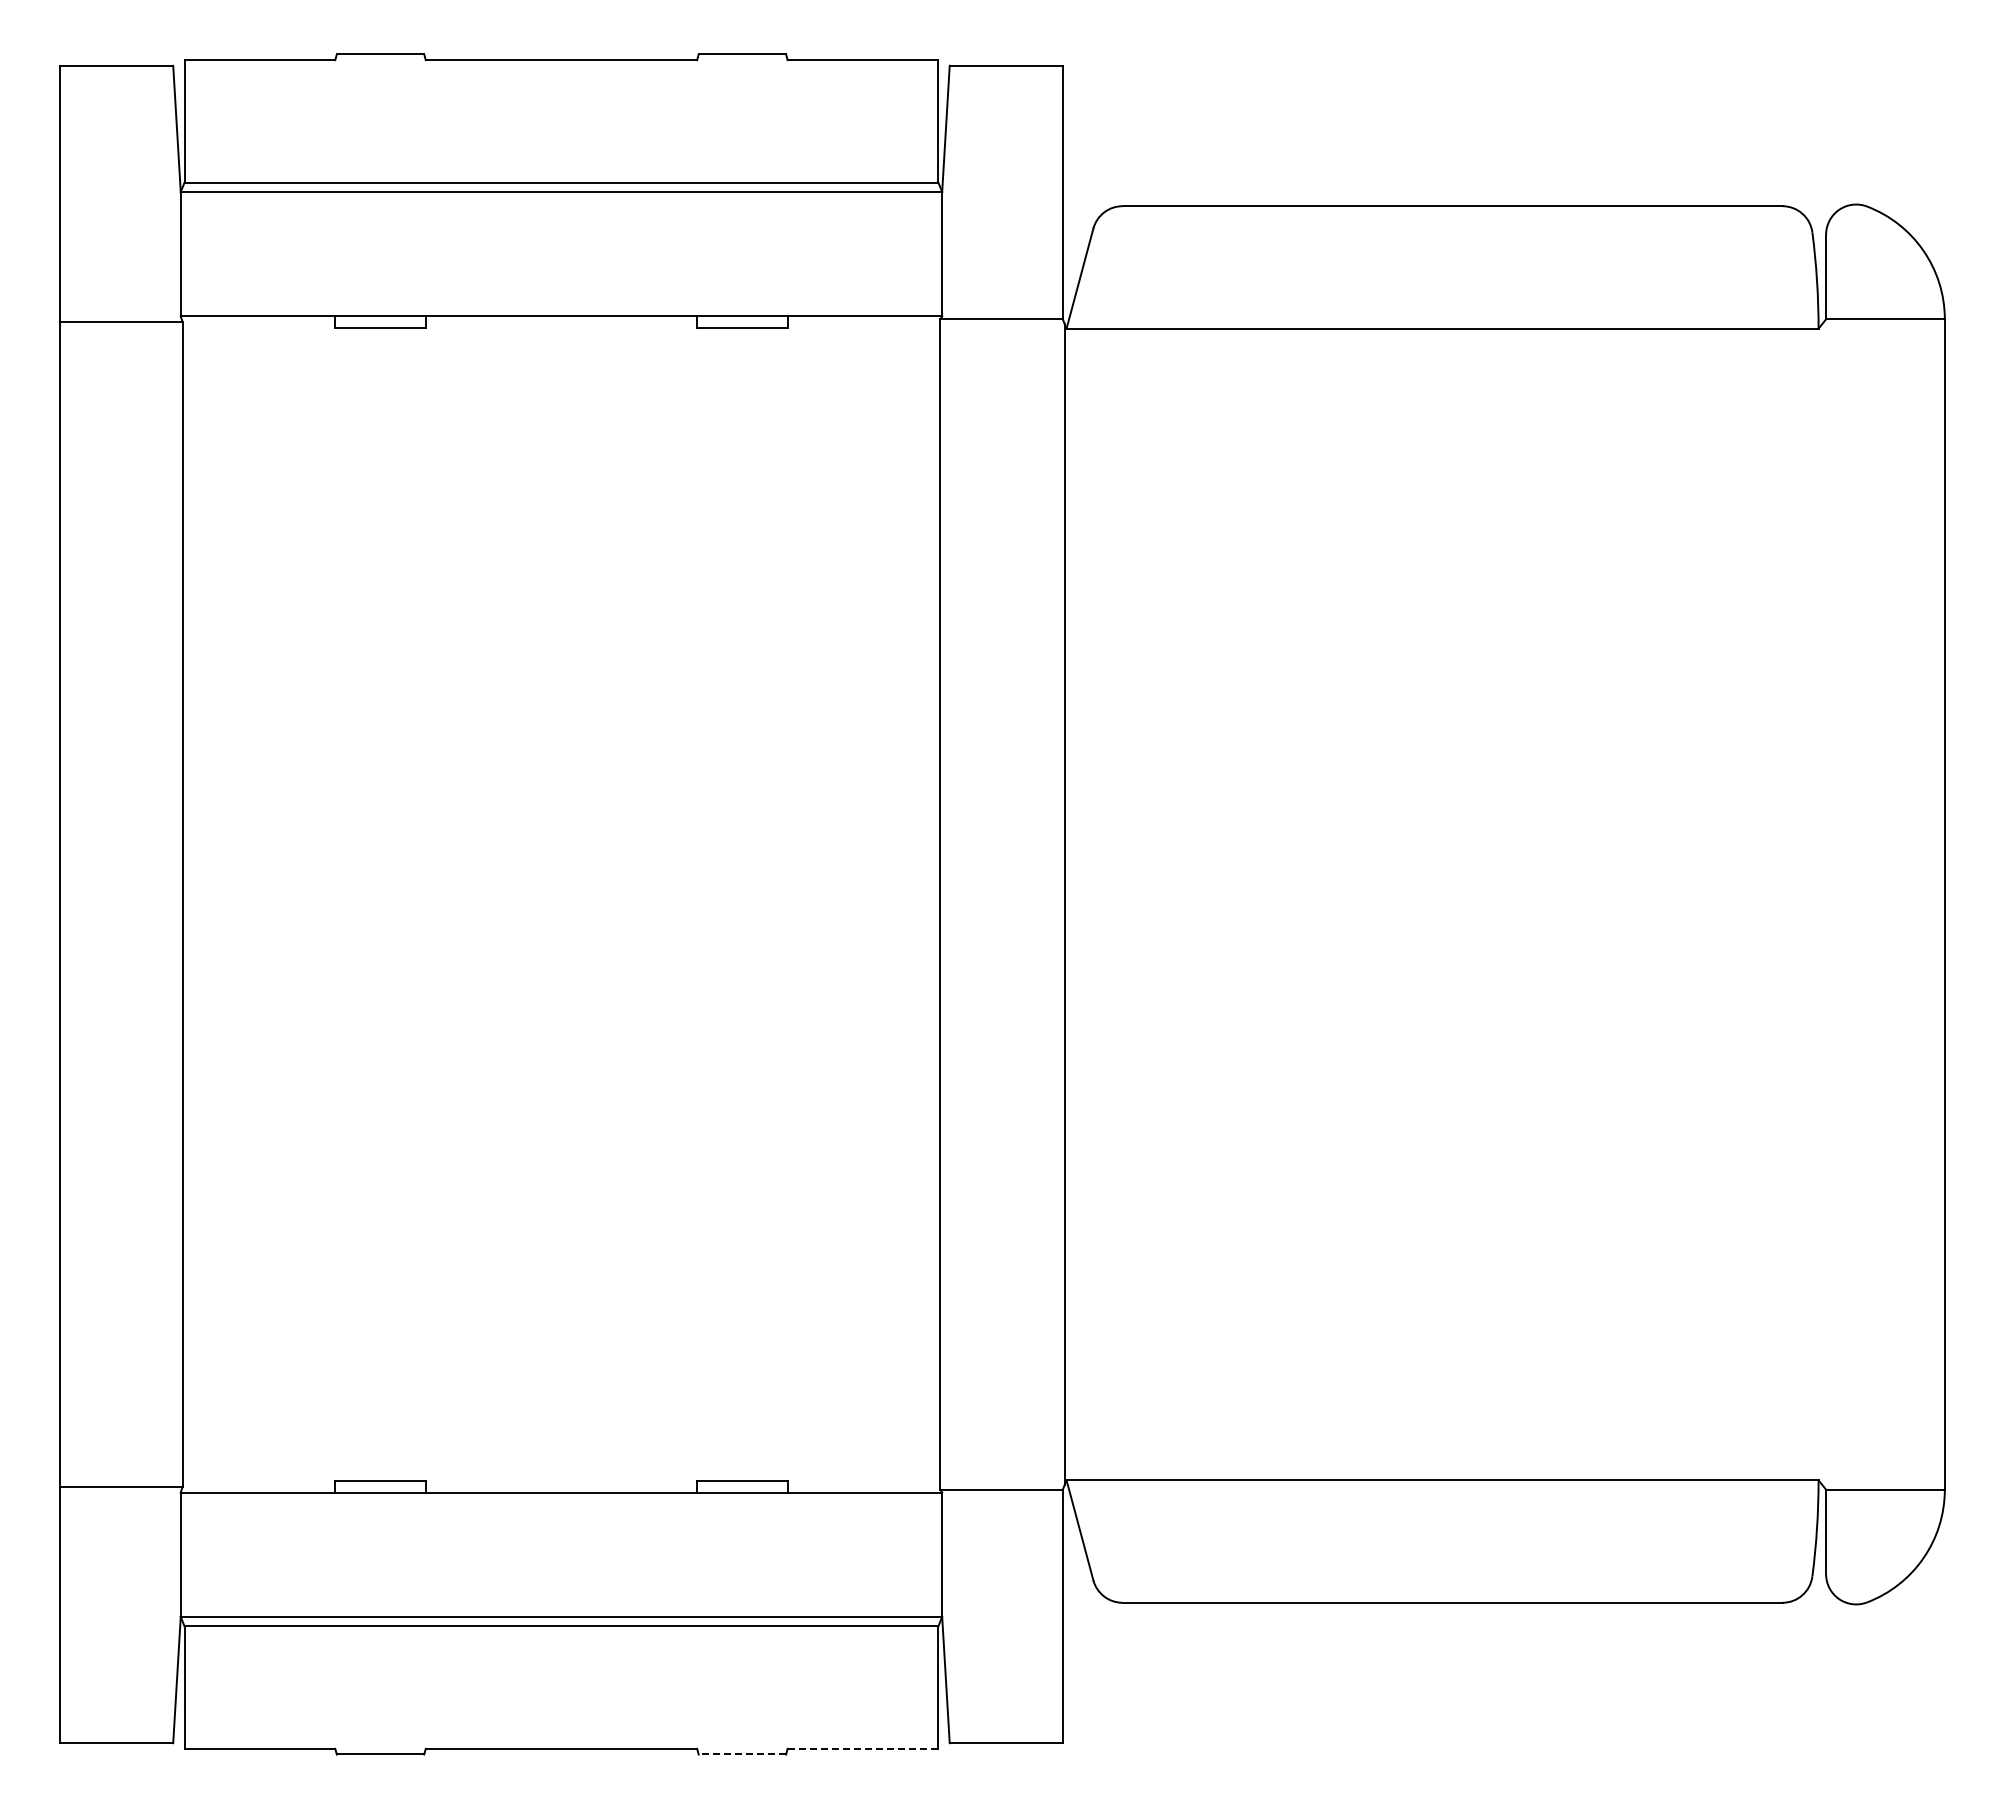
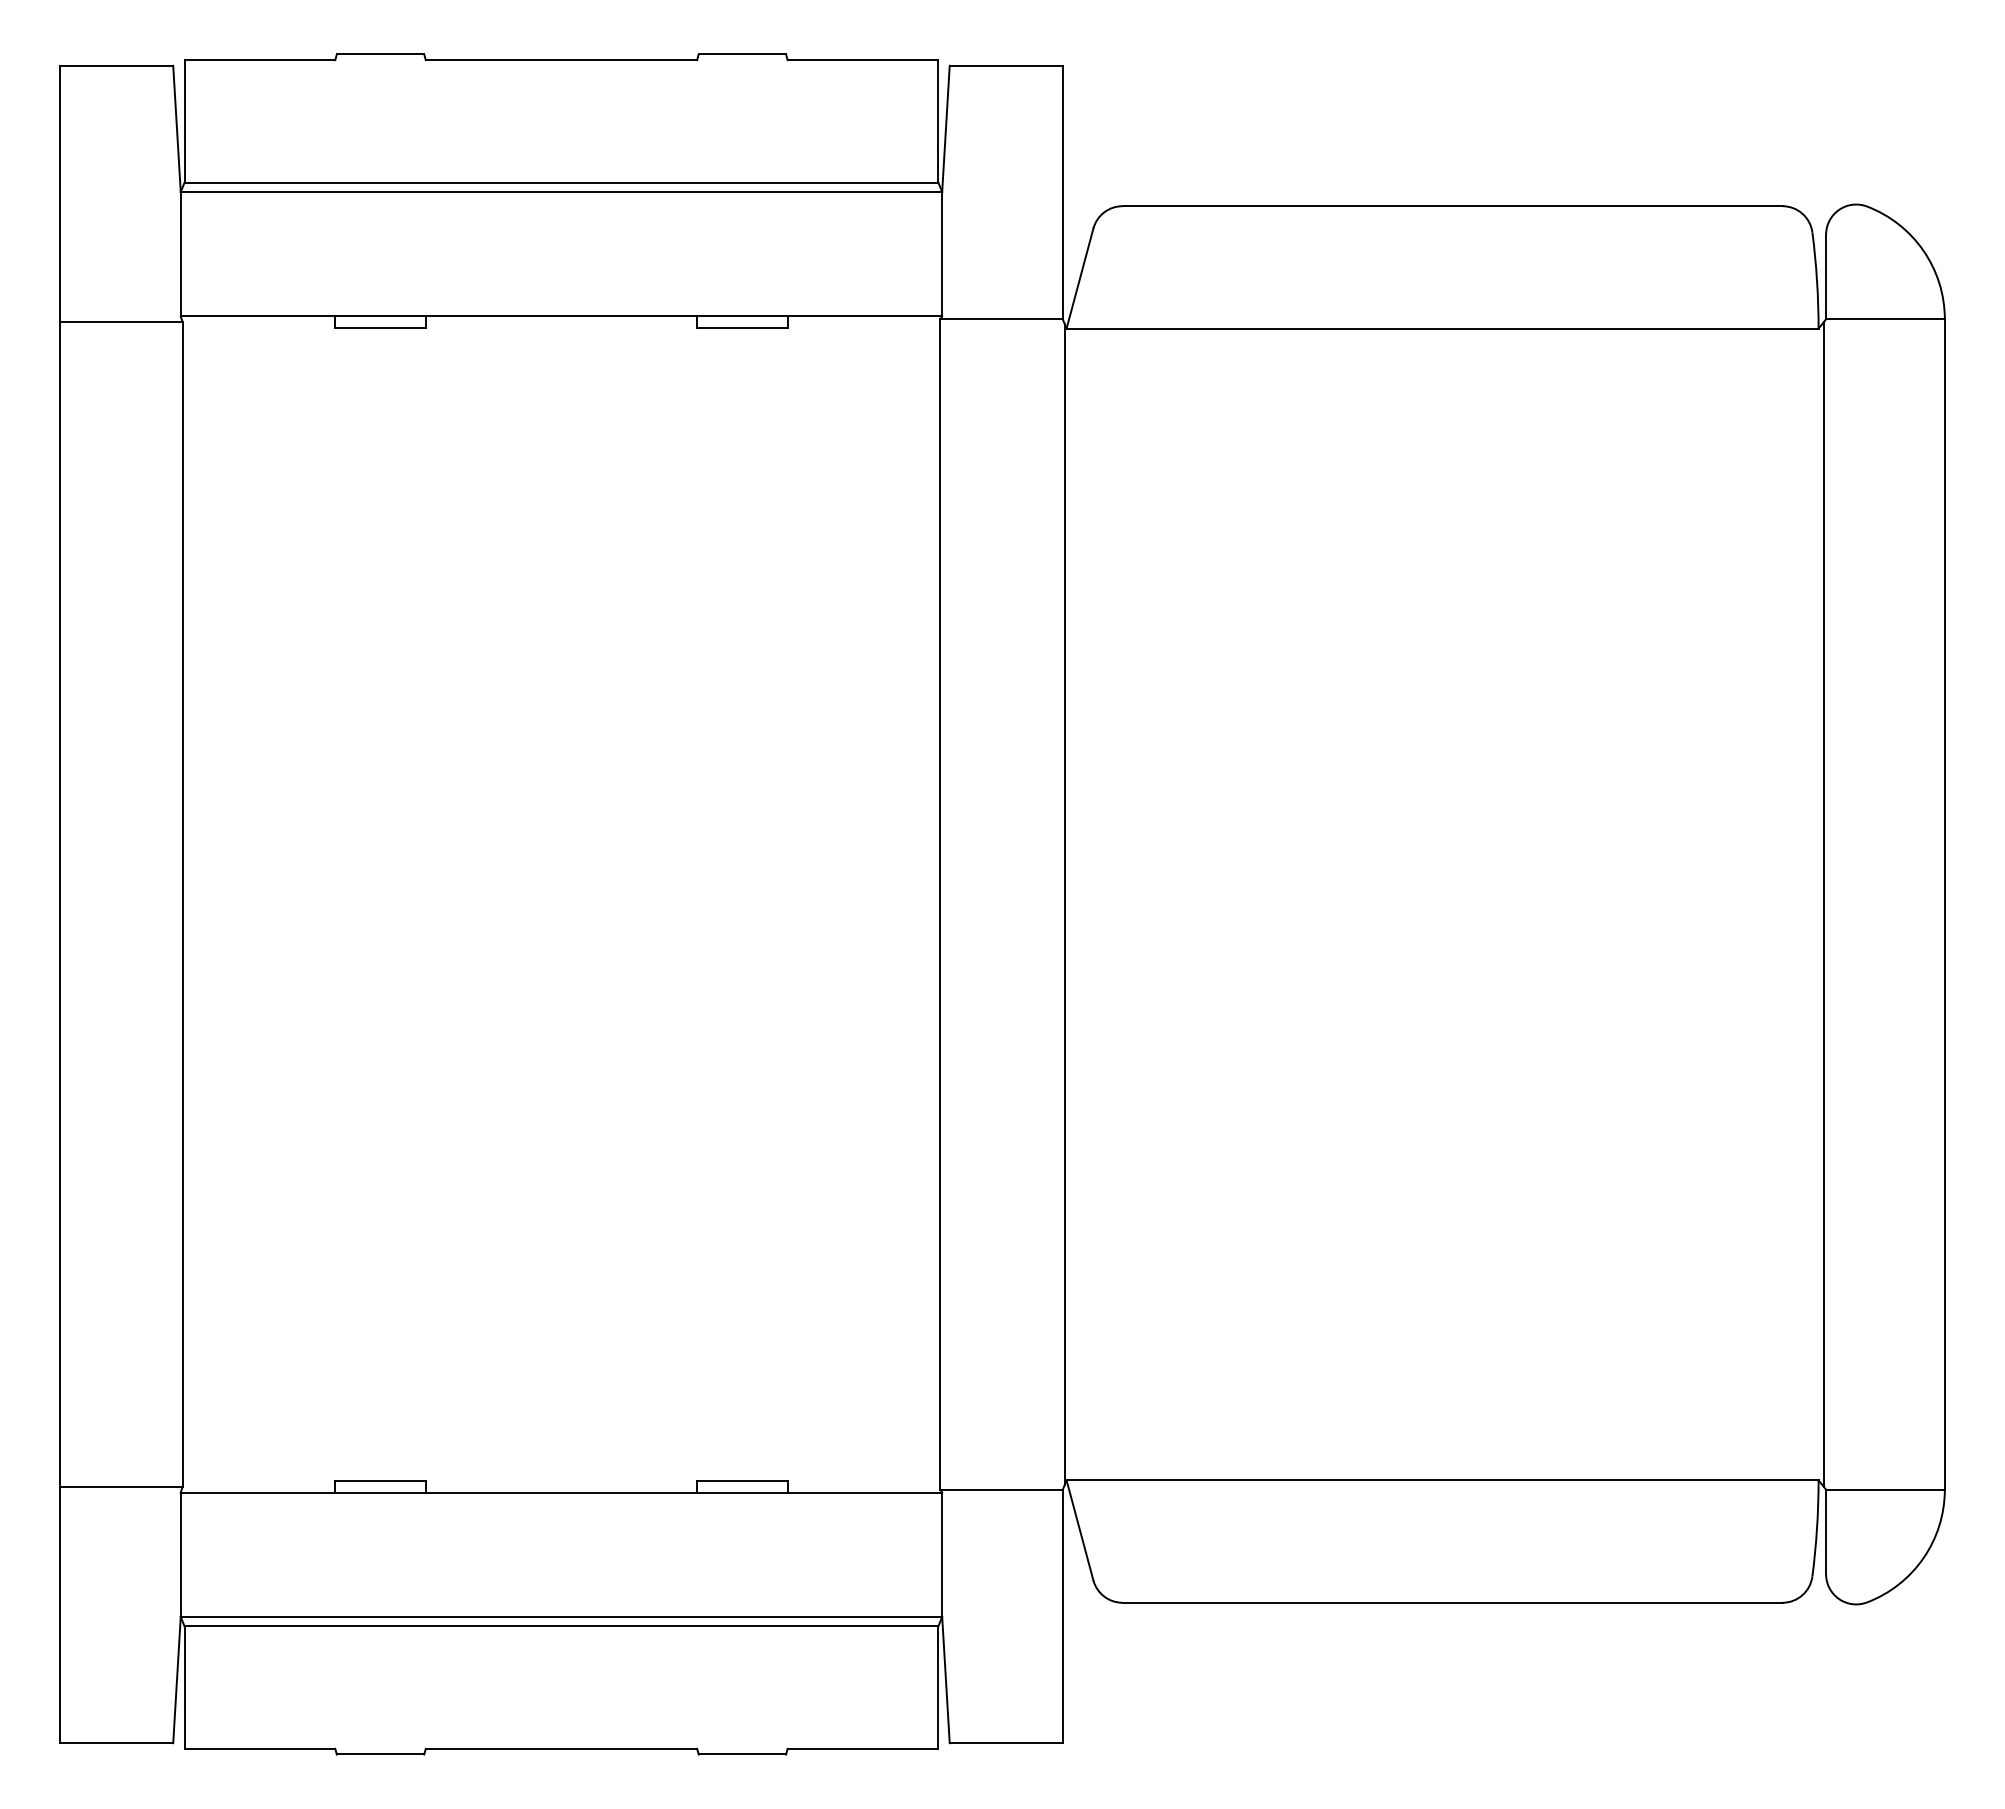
line at (1824, 904): none -> present
line at (862, 1748): dashed -> solid
line at (742, 1754): dashed -> solid
